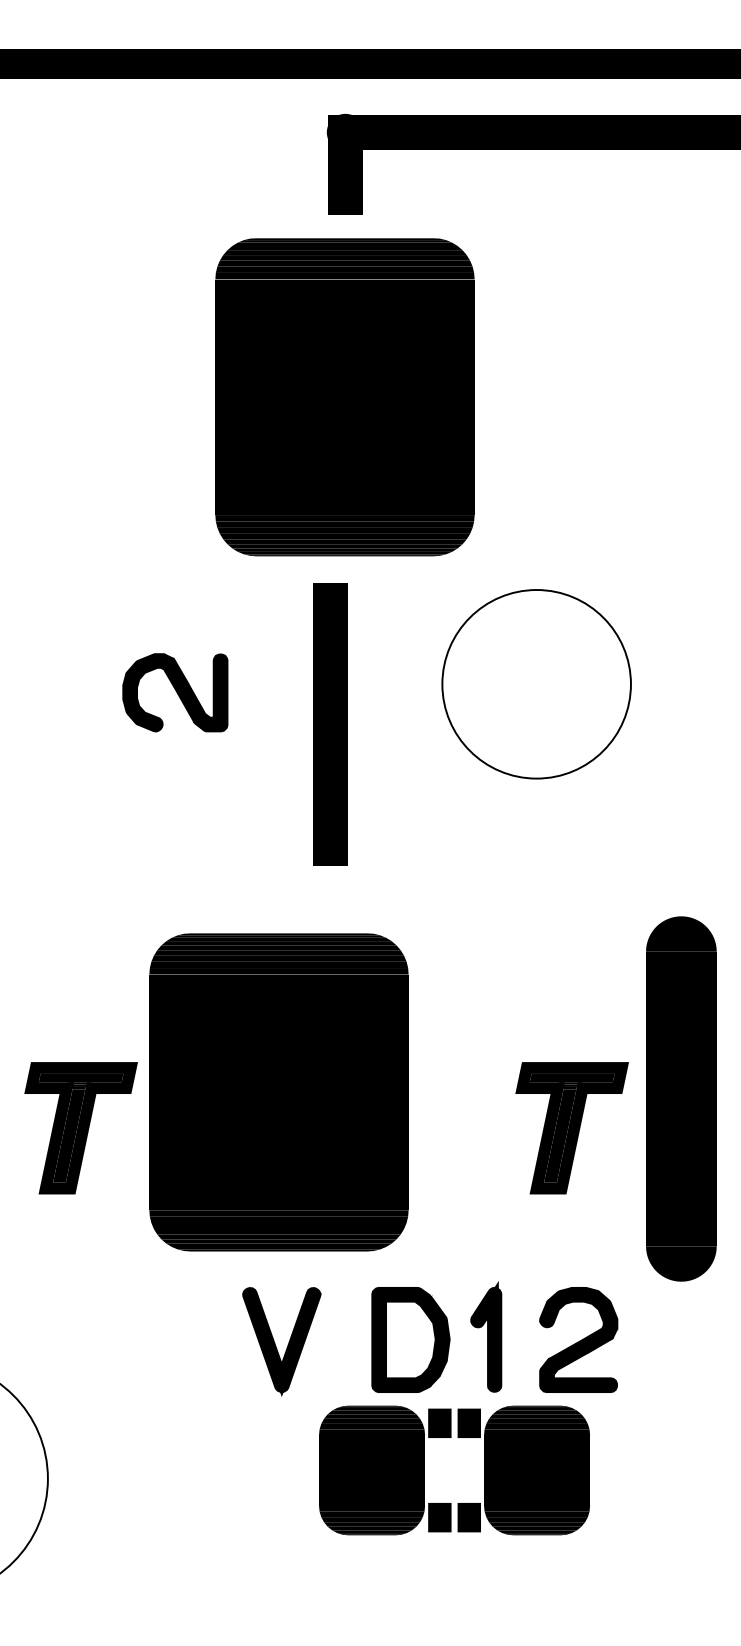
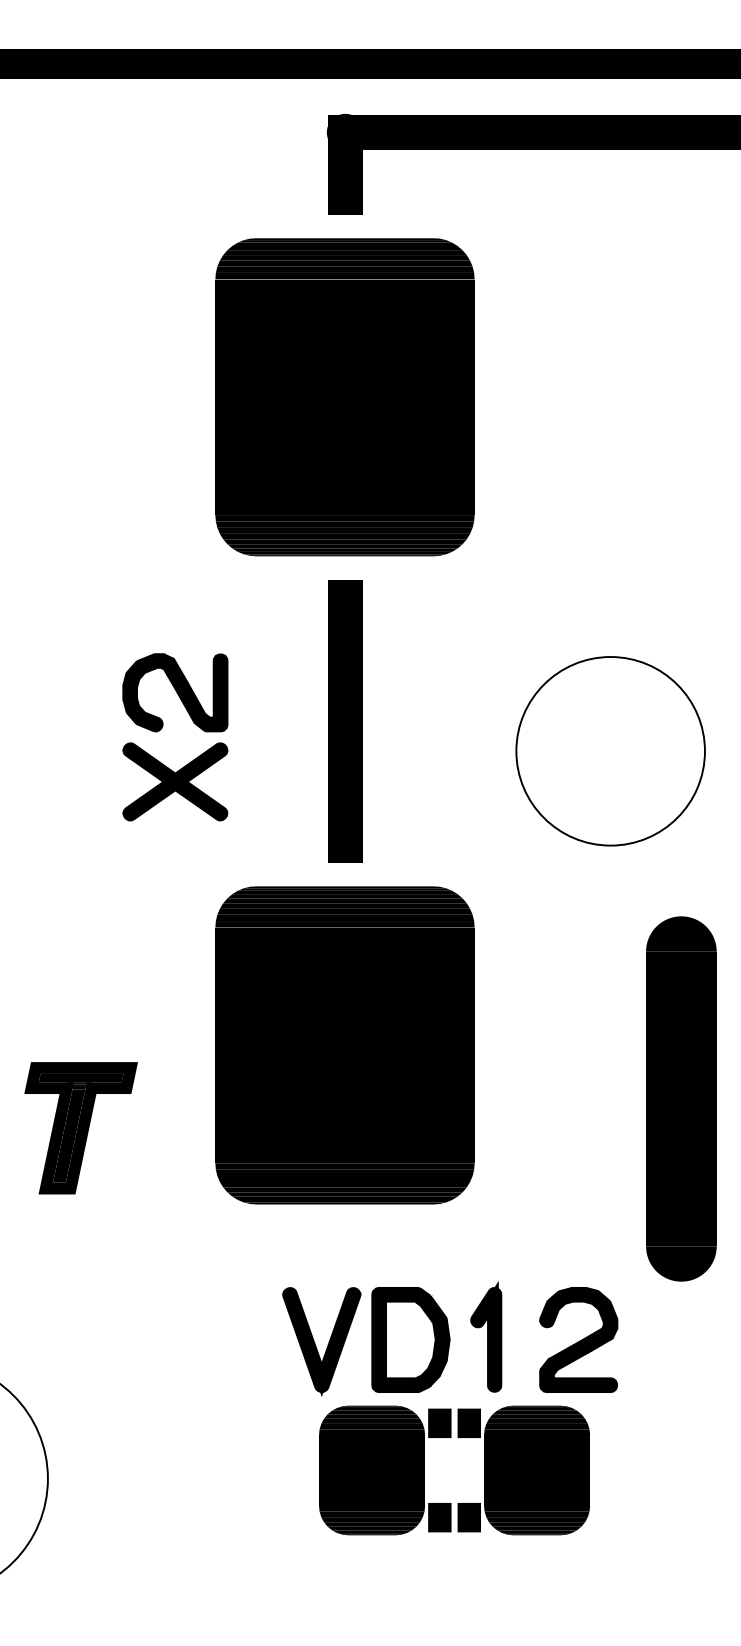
part at (536, 684) position: (536, 684) -> (610, 751)
line at (330, 724) position: (330, 724) -> (345, 721)
part at (175, 781): none -> present
part at (278, 1092) position: (278, 1092) -> (344, 1045)
part at (571, 1128): present -> none
part at (275, 1343) position: (275, 1343) -> (315, 1343)
